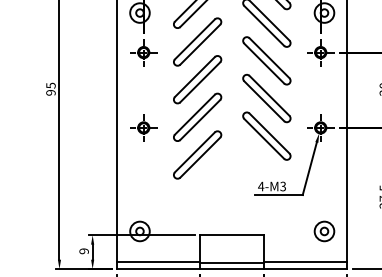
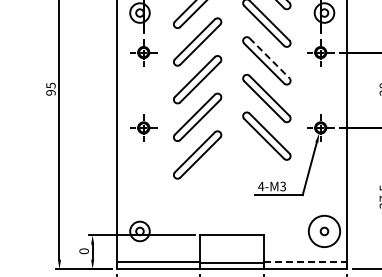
line at (269, 58): solid -> dashed
circle at (324, 231) diameter: 20 px -> 31 px
text at (83, 251): 9 -> 0
line at (306, 262): solid -> dashed
